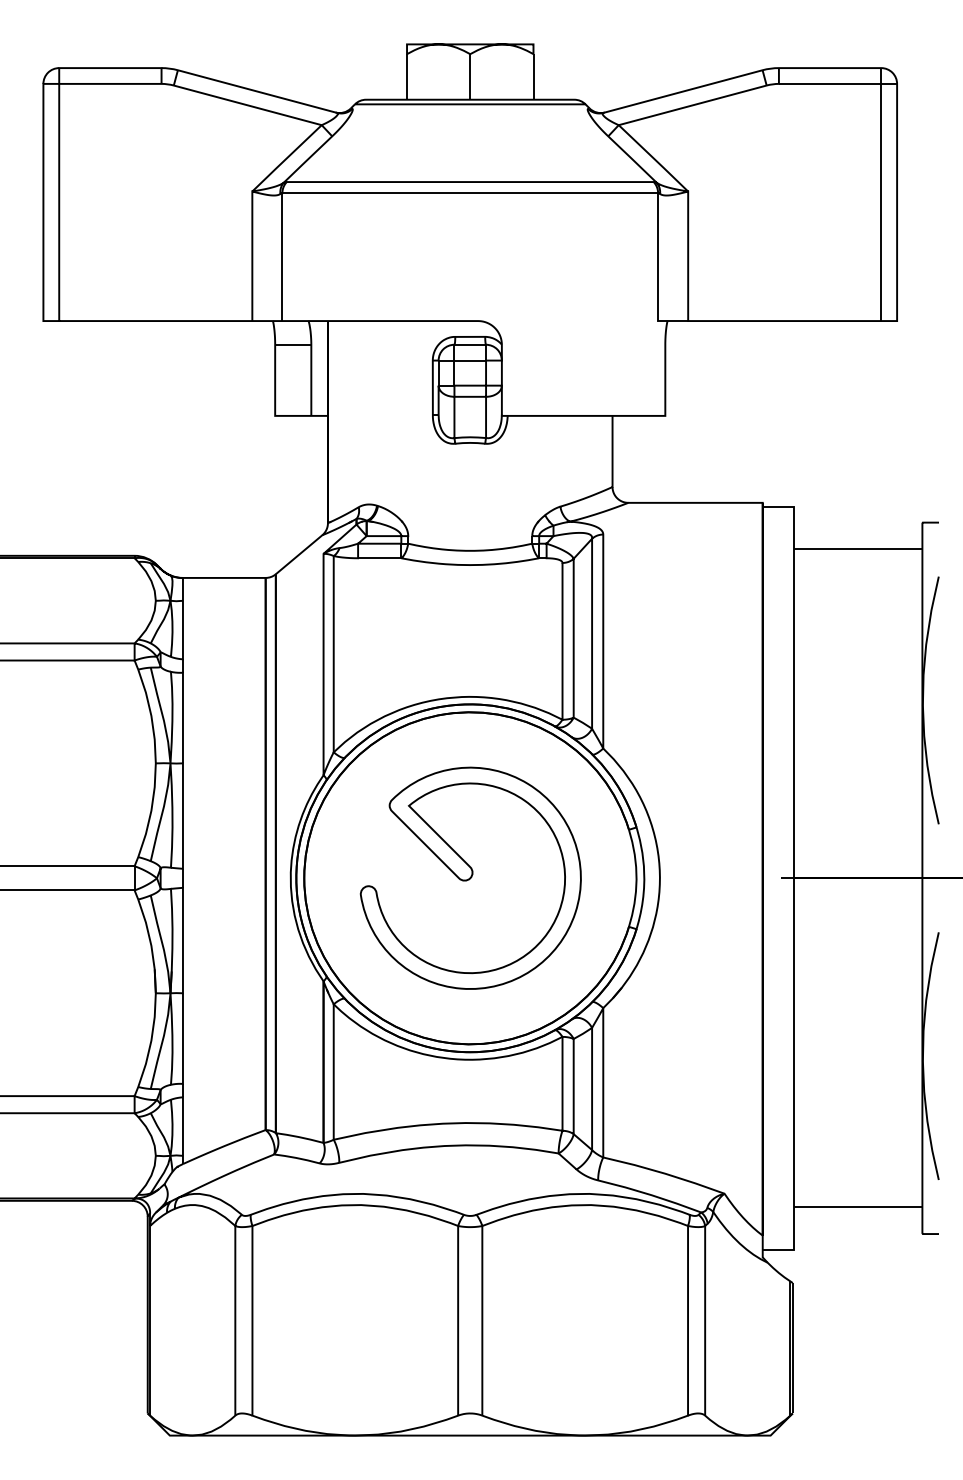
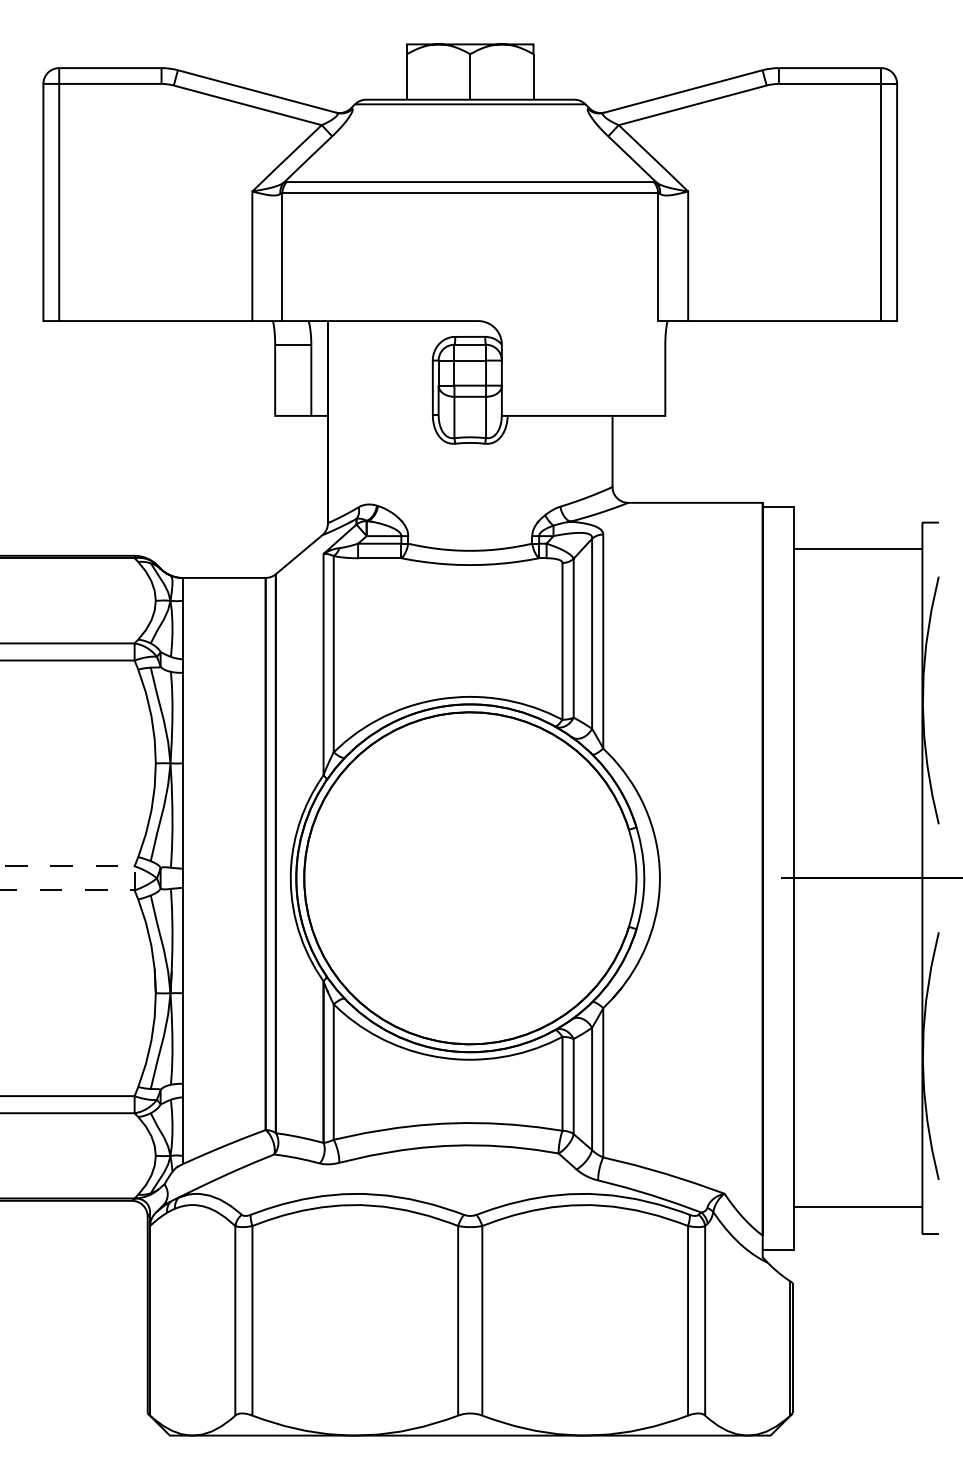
part at (470, 877): present -> none
line at (134, 878): solid -> dashed
